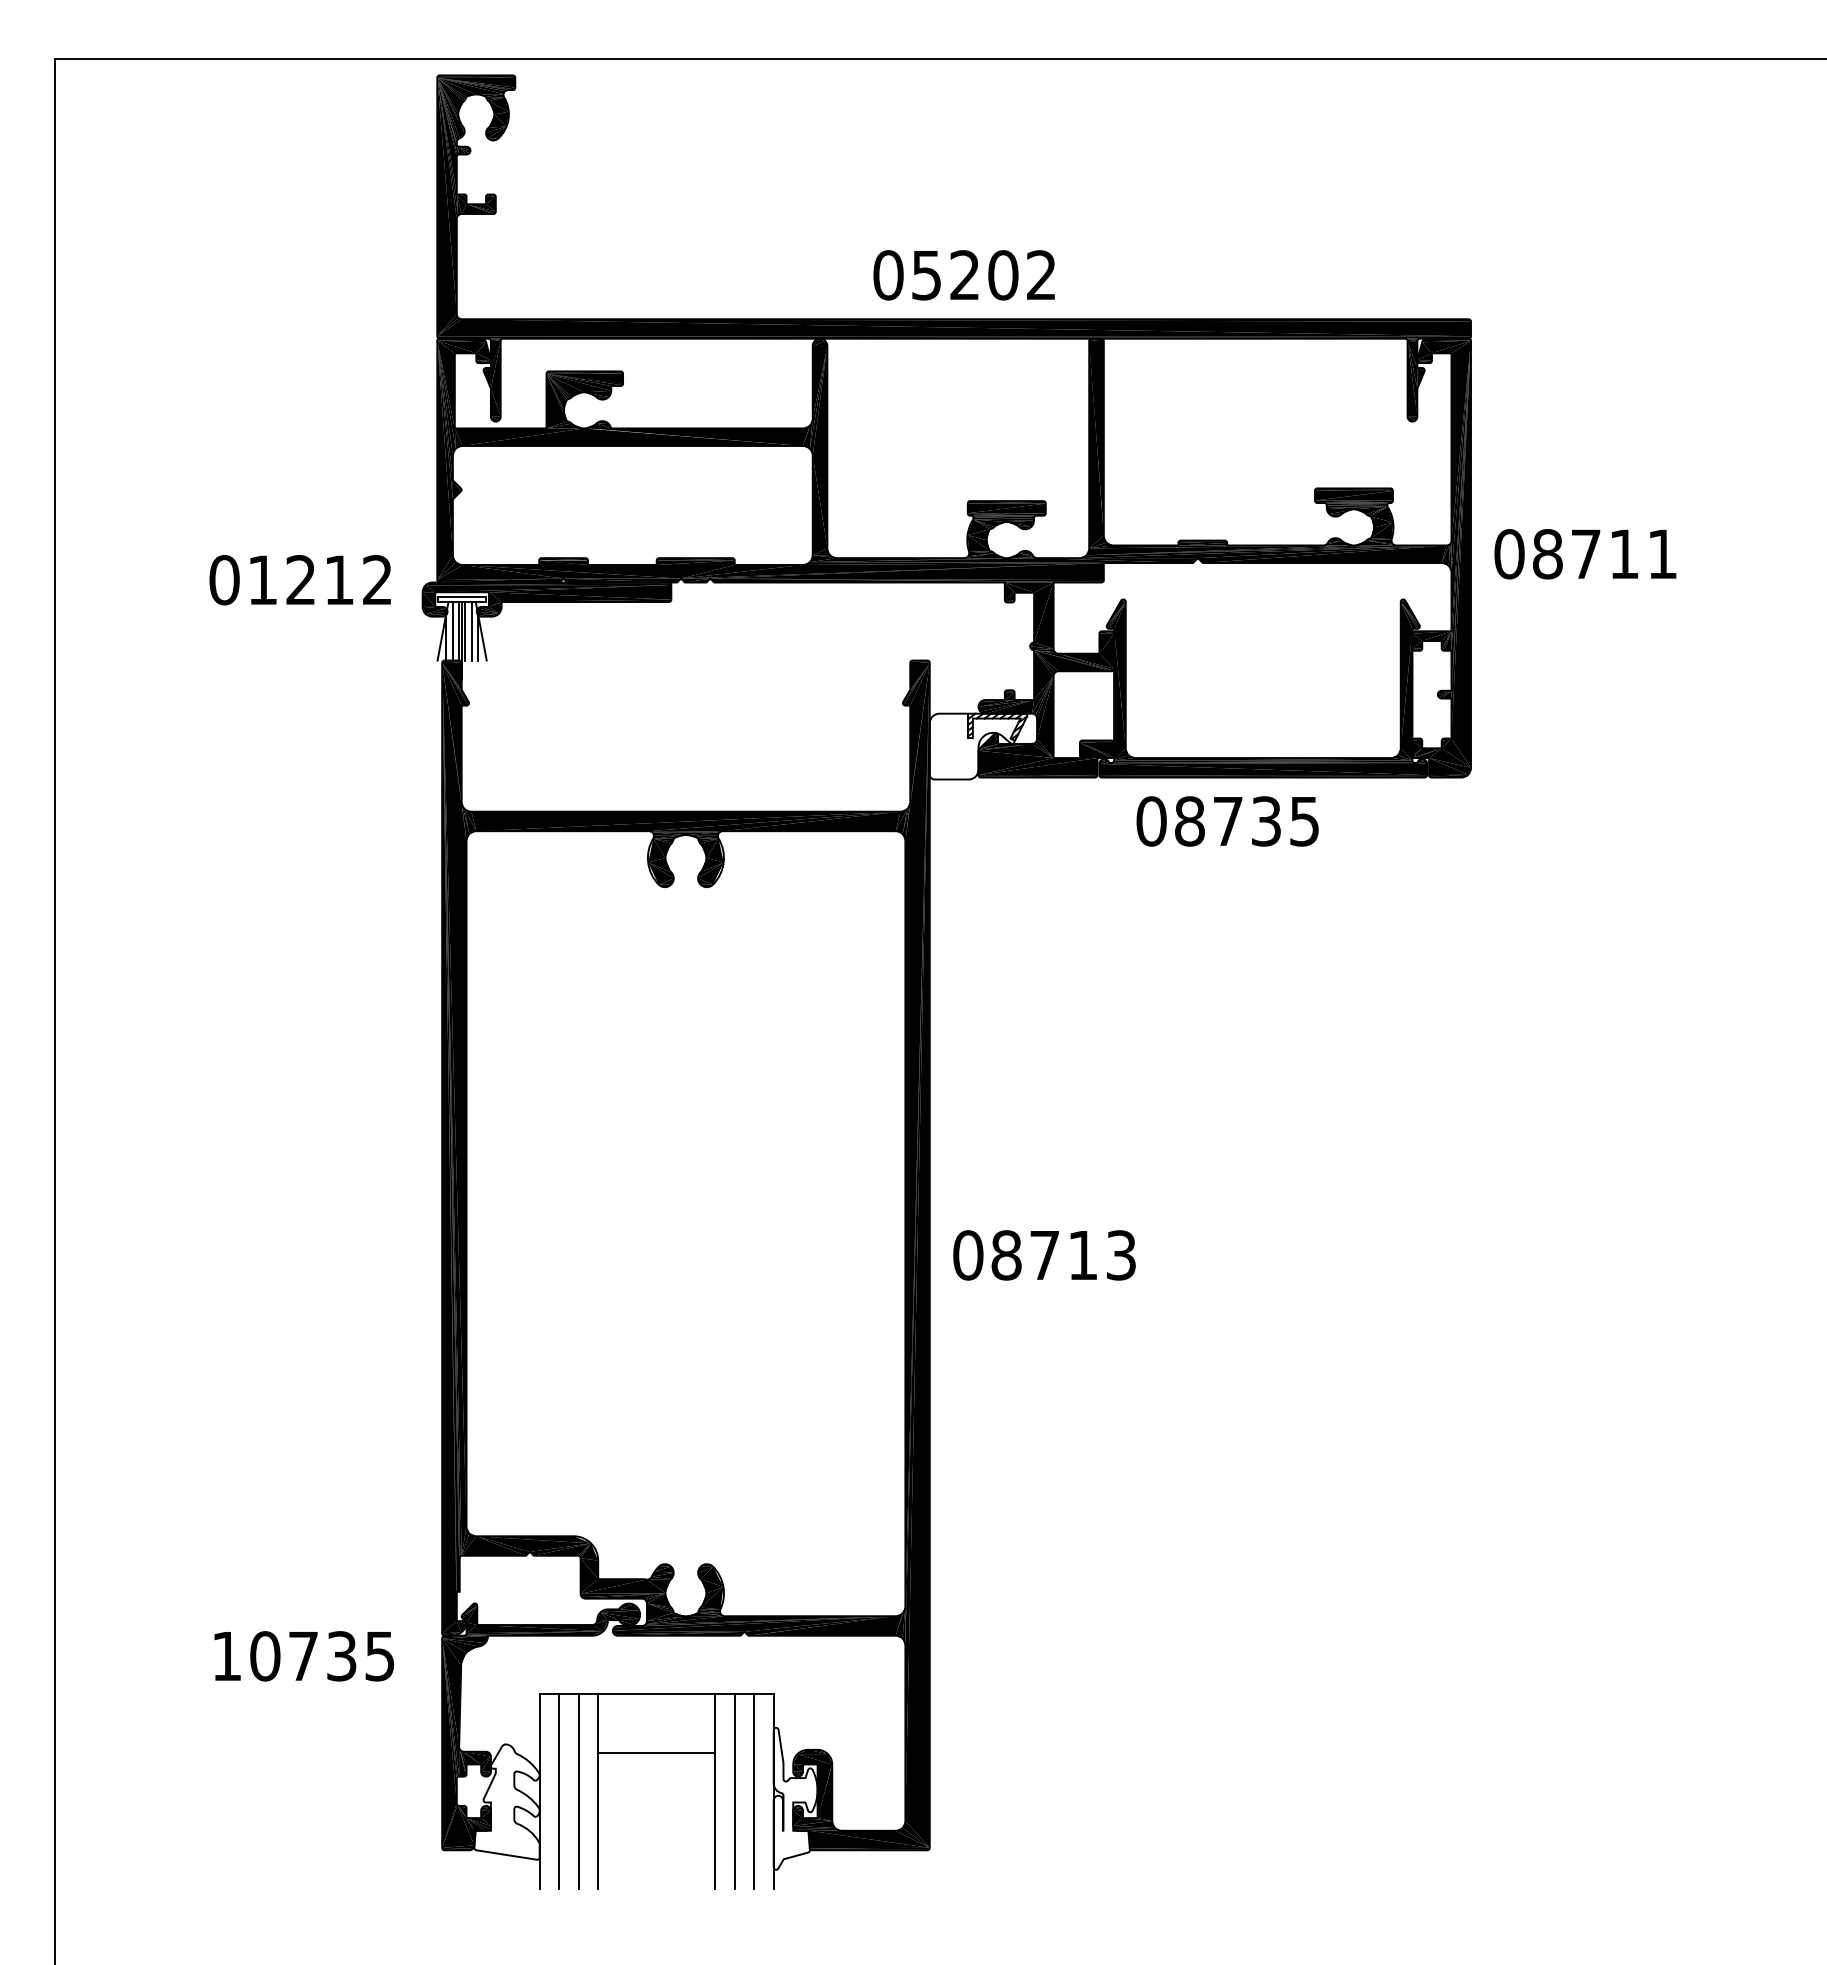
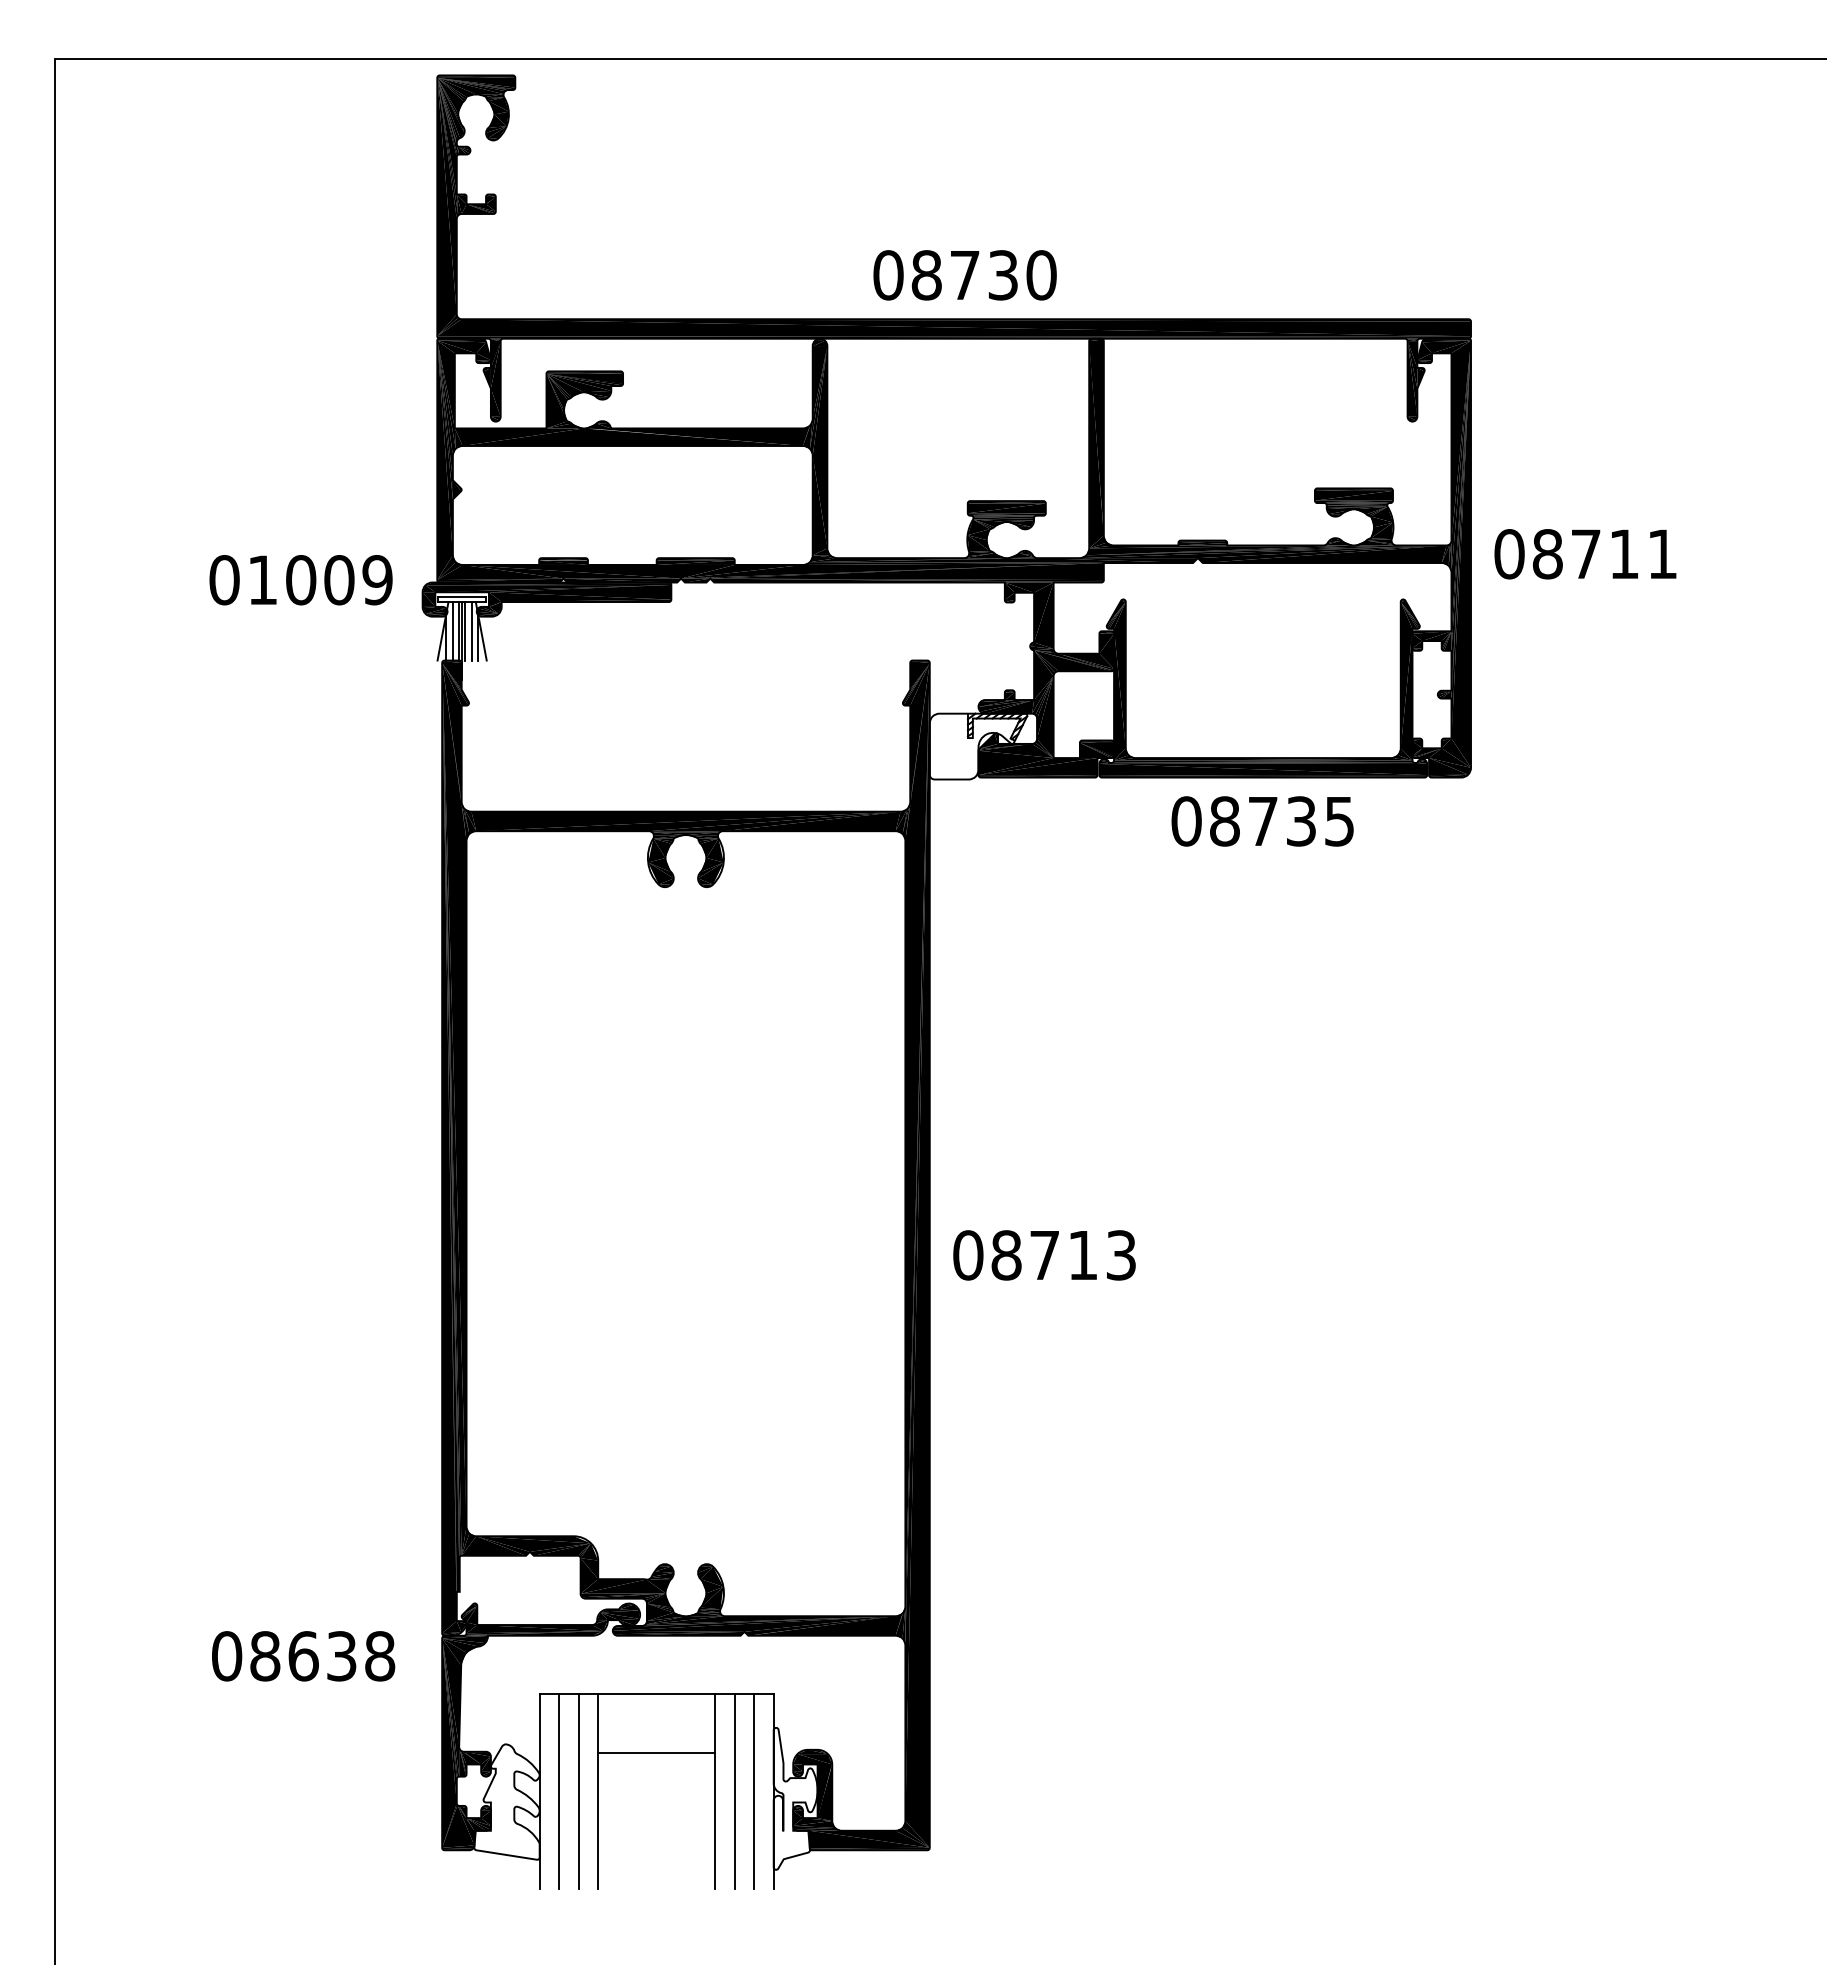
text at (983, 275): 05202 -> 08730
text at (339, 580): 01212 -> 01009
text at (1227, 821) position: (1227, 821) -> (1262, 821)
text at (303, 1656): 10735 -> 08638
